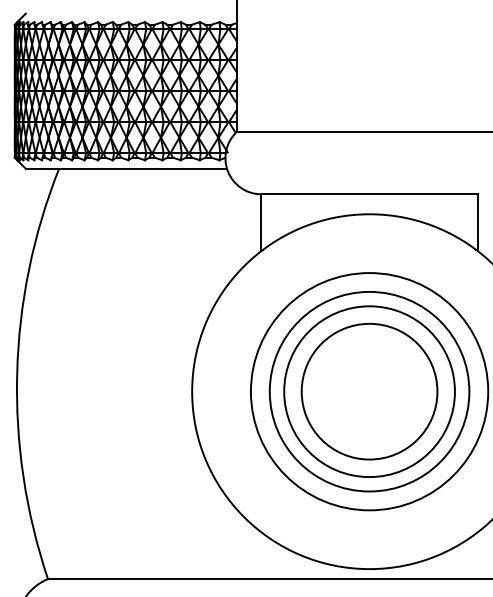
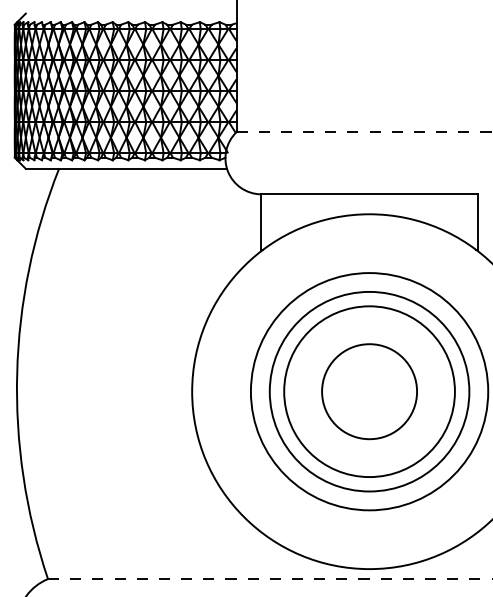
line at (365, 132): solid -> dashed
circle at (369, 391) diameter: 136 px -> 95 px
line at (270, 579): solid -> dashed
